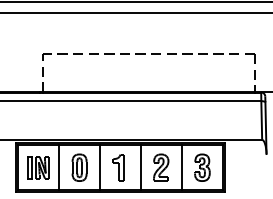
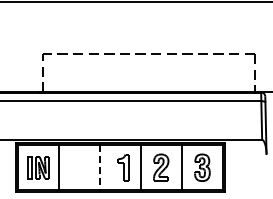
line at (135, 13): present -> none
part at (79, 167): present -> none
line at (100, 167): solid -> dashed
part at (118, 167) position: (118, 167) -> (123, 167)
